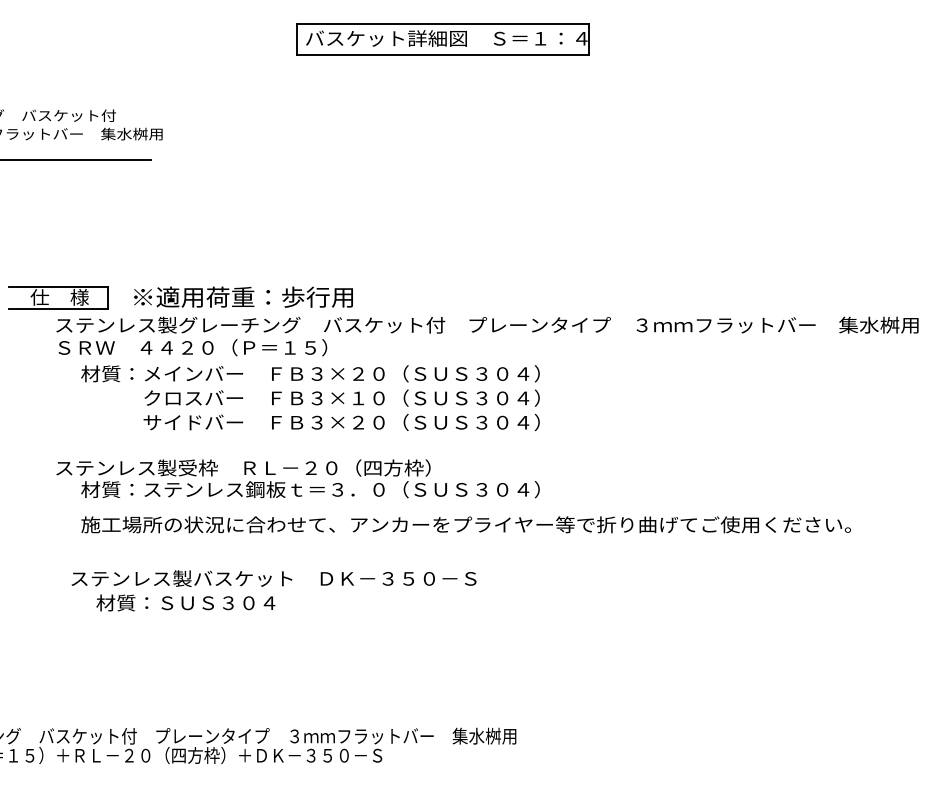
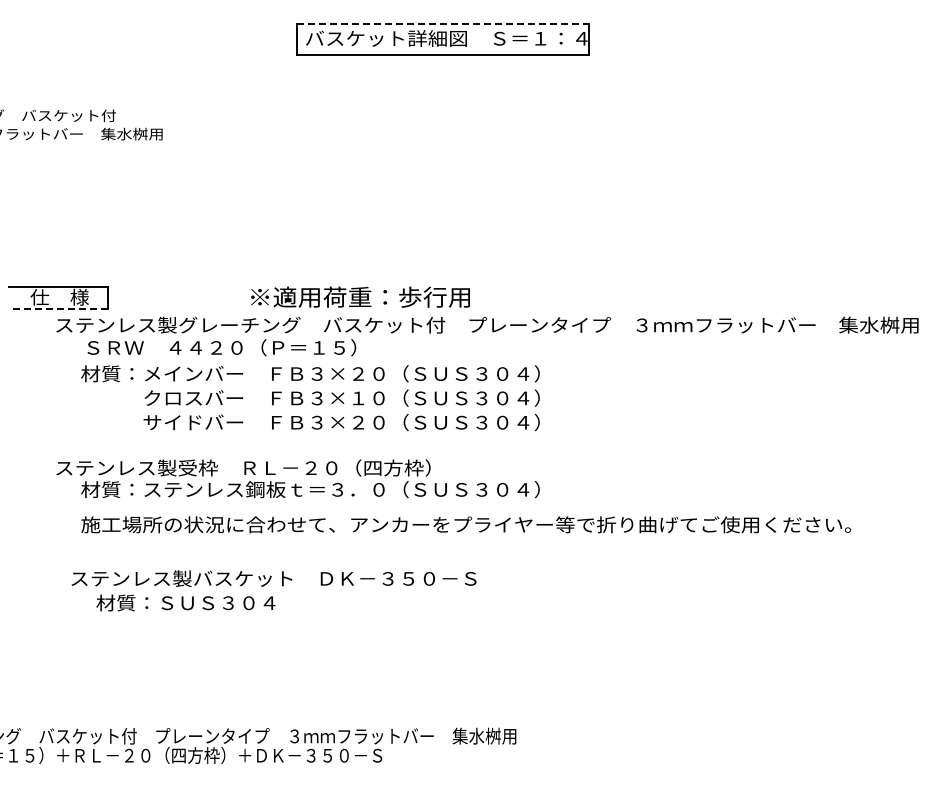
line at (442, 23): solid -> dashed
line at (76, 160): present -> none
text at (243, 296) position: (243, 296) -> (360, 296)
line at (58, 309): solid -> dashed
text at (192, 347) position: (192, 347) -> (221, 347)
